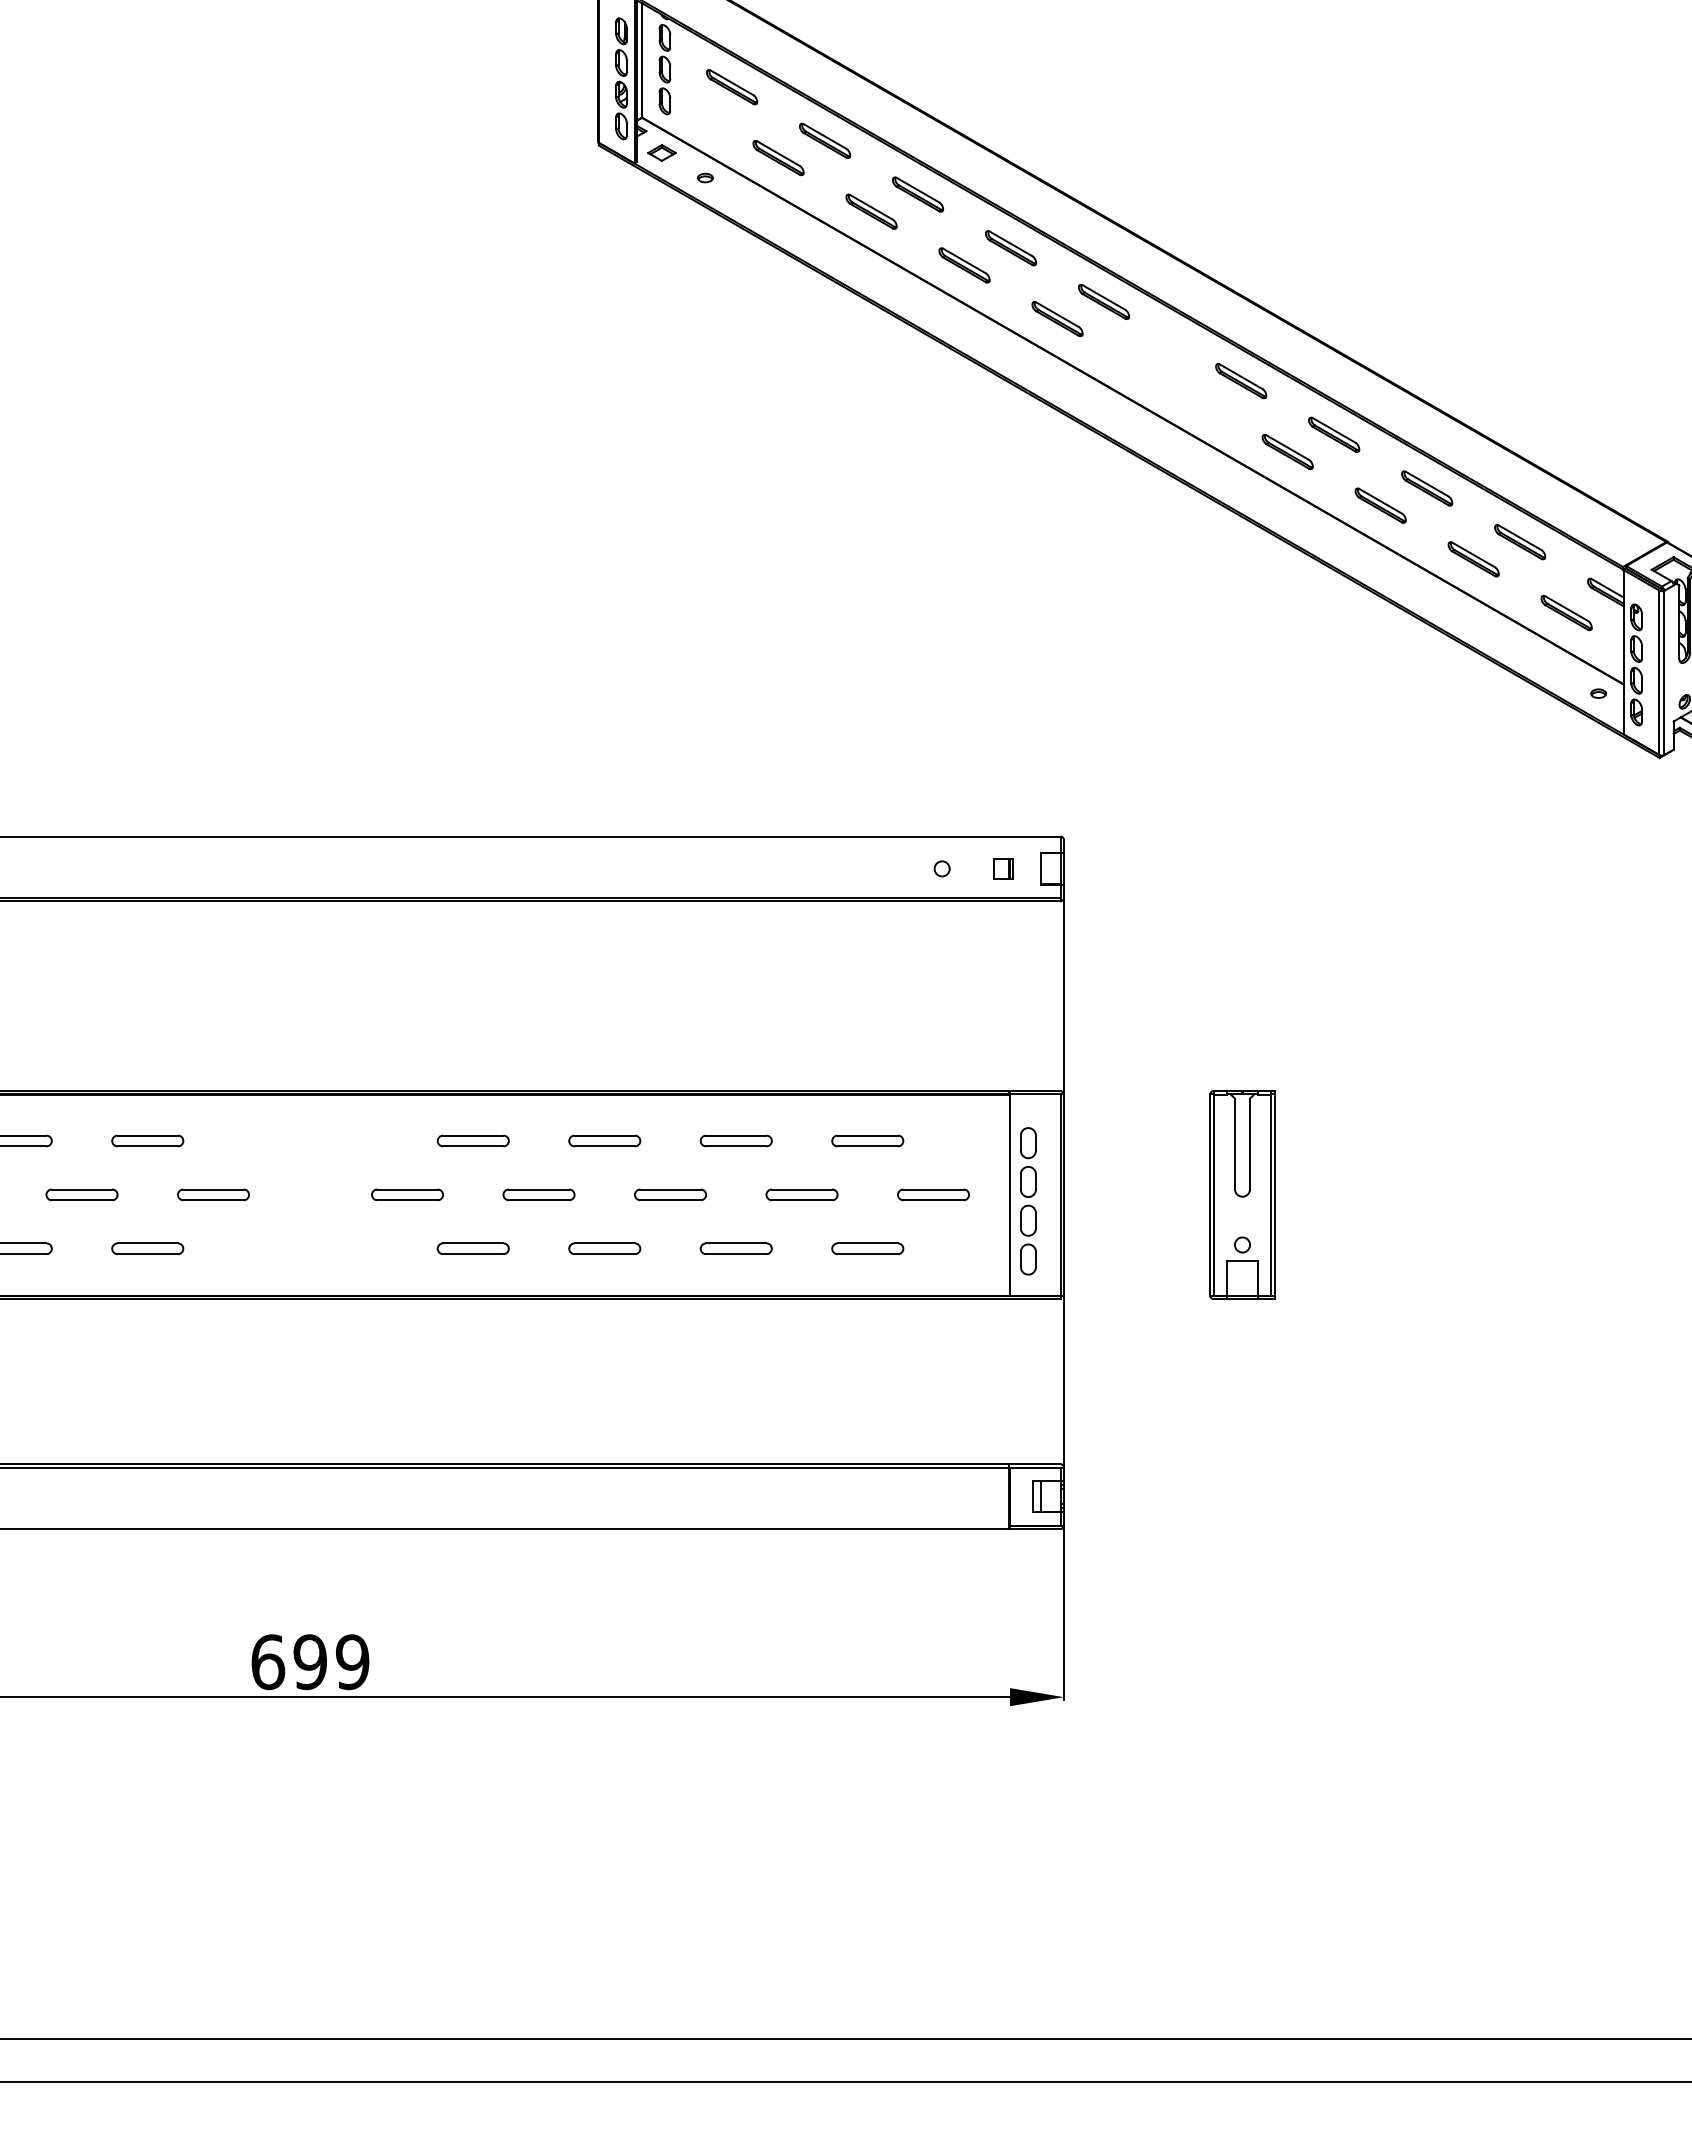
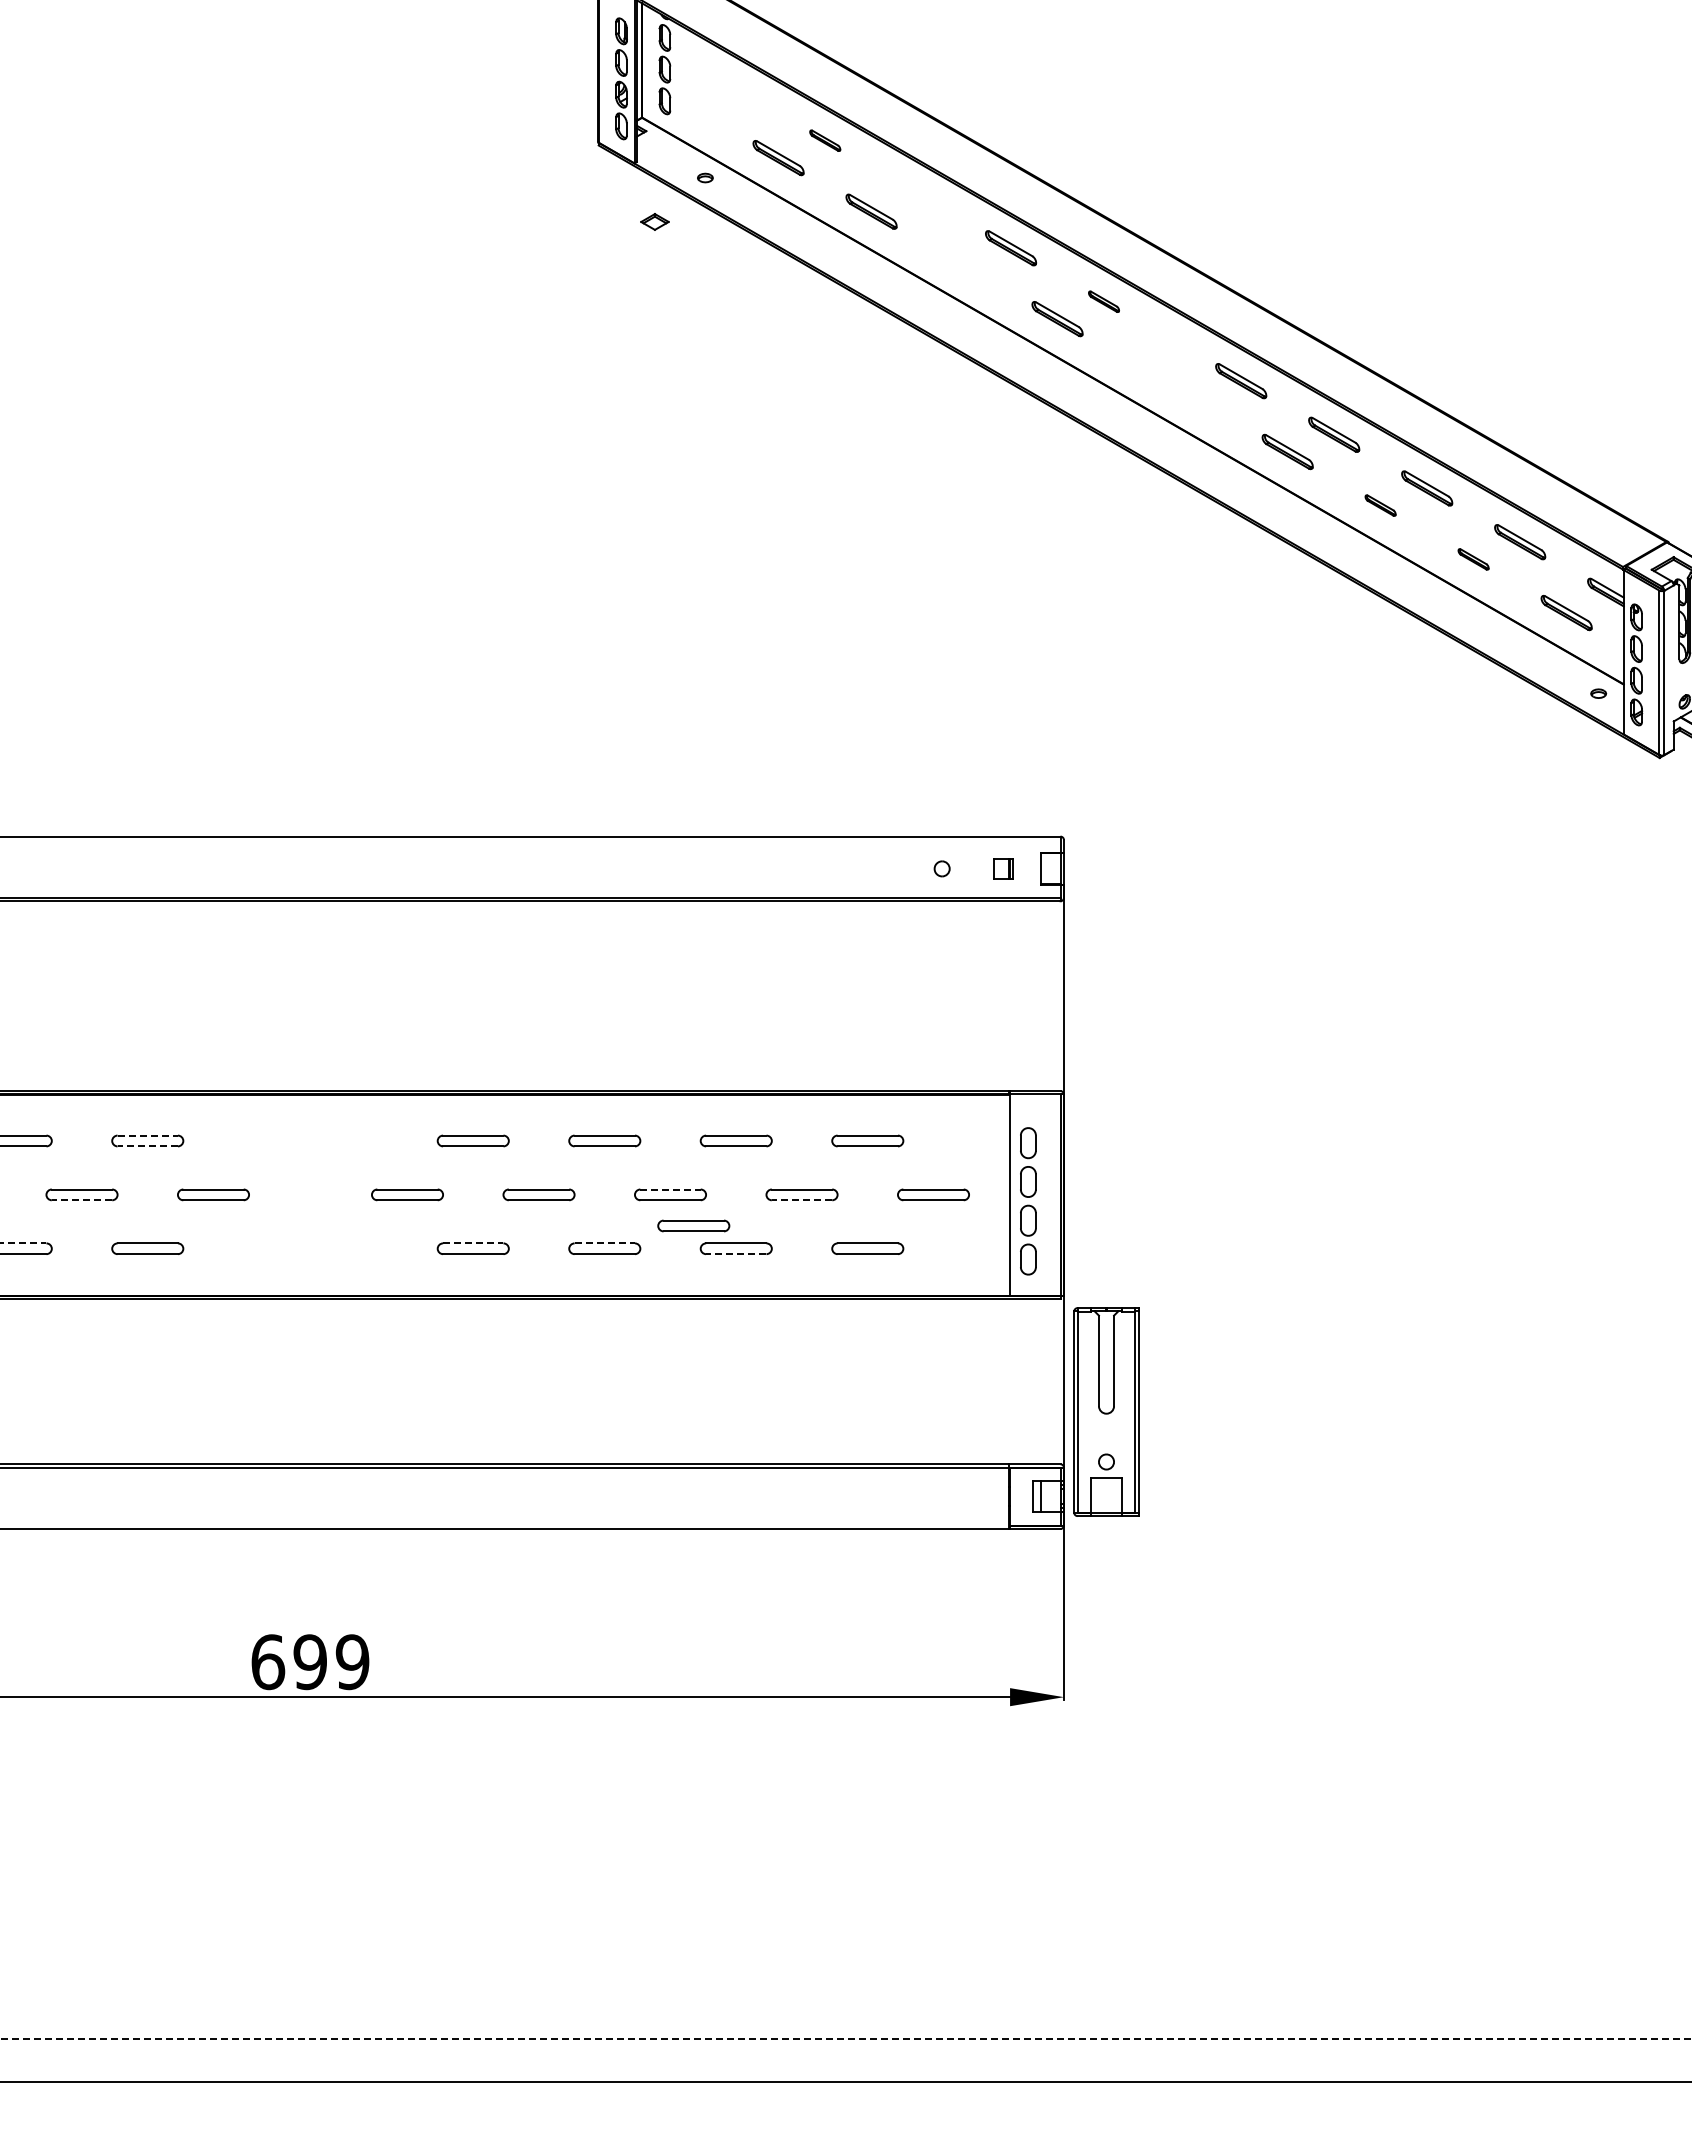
part at (732, 87): present -> none
part at (825, 140) size: 53x37 px -> 33x23 px
part at (661, 152) position: (661, 152) -> (654, 221)
part at (918, 194): present -> none
part at (964, 265): present -> none
part at (1103, 301) size: 52x37 px -> 32x23 px
part at (1380, 505) size: 53x37 px -> 33x23 px
part at (1473, 559) size: 53x37 px -> 33x23 px
line at (148, 1135): solid -> dashed
line at (147, 1146): solid -> dashed
line at (671, 1189): solid -> dashed
part at (1242, 1194) position: (1242, 1194) -> (1106, 1411)
line at (81, 1200): solid -> dashed
line at (801, 1200): solid -> dashed
part at (693, 1225): none -> present
line at (23, 1243): solid -> dashed
line at (473, 1243): solid -> dashed
line at (605, 1243): solid -> dashed
line at (735, 1254): solid -> dashed
line at (846, 2038): solid -> dashed
